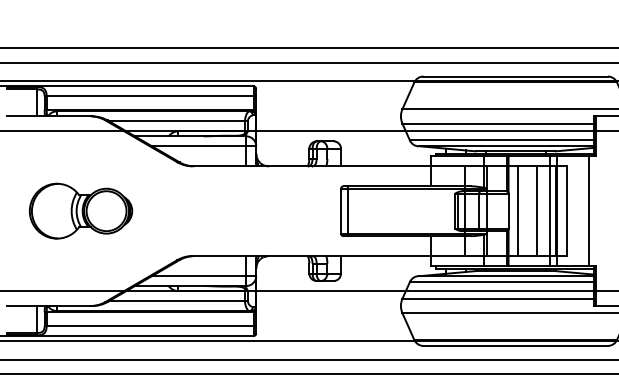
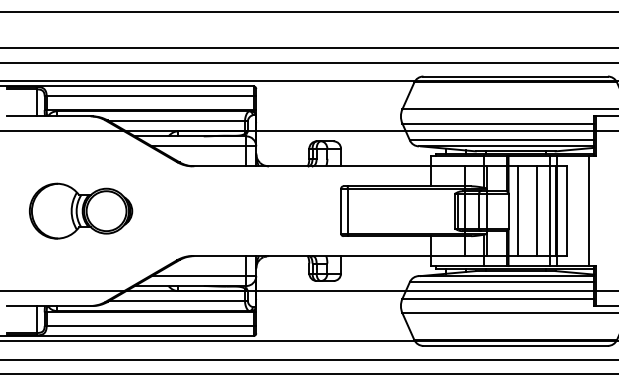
line at (308, 11): none -> present
